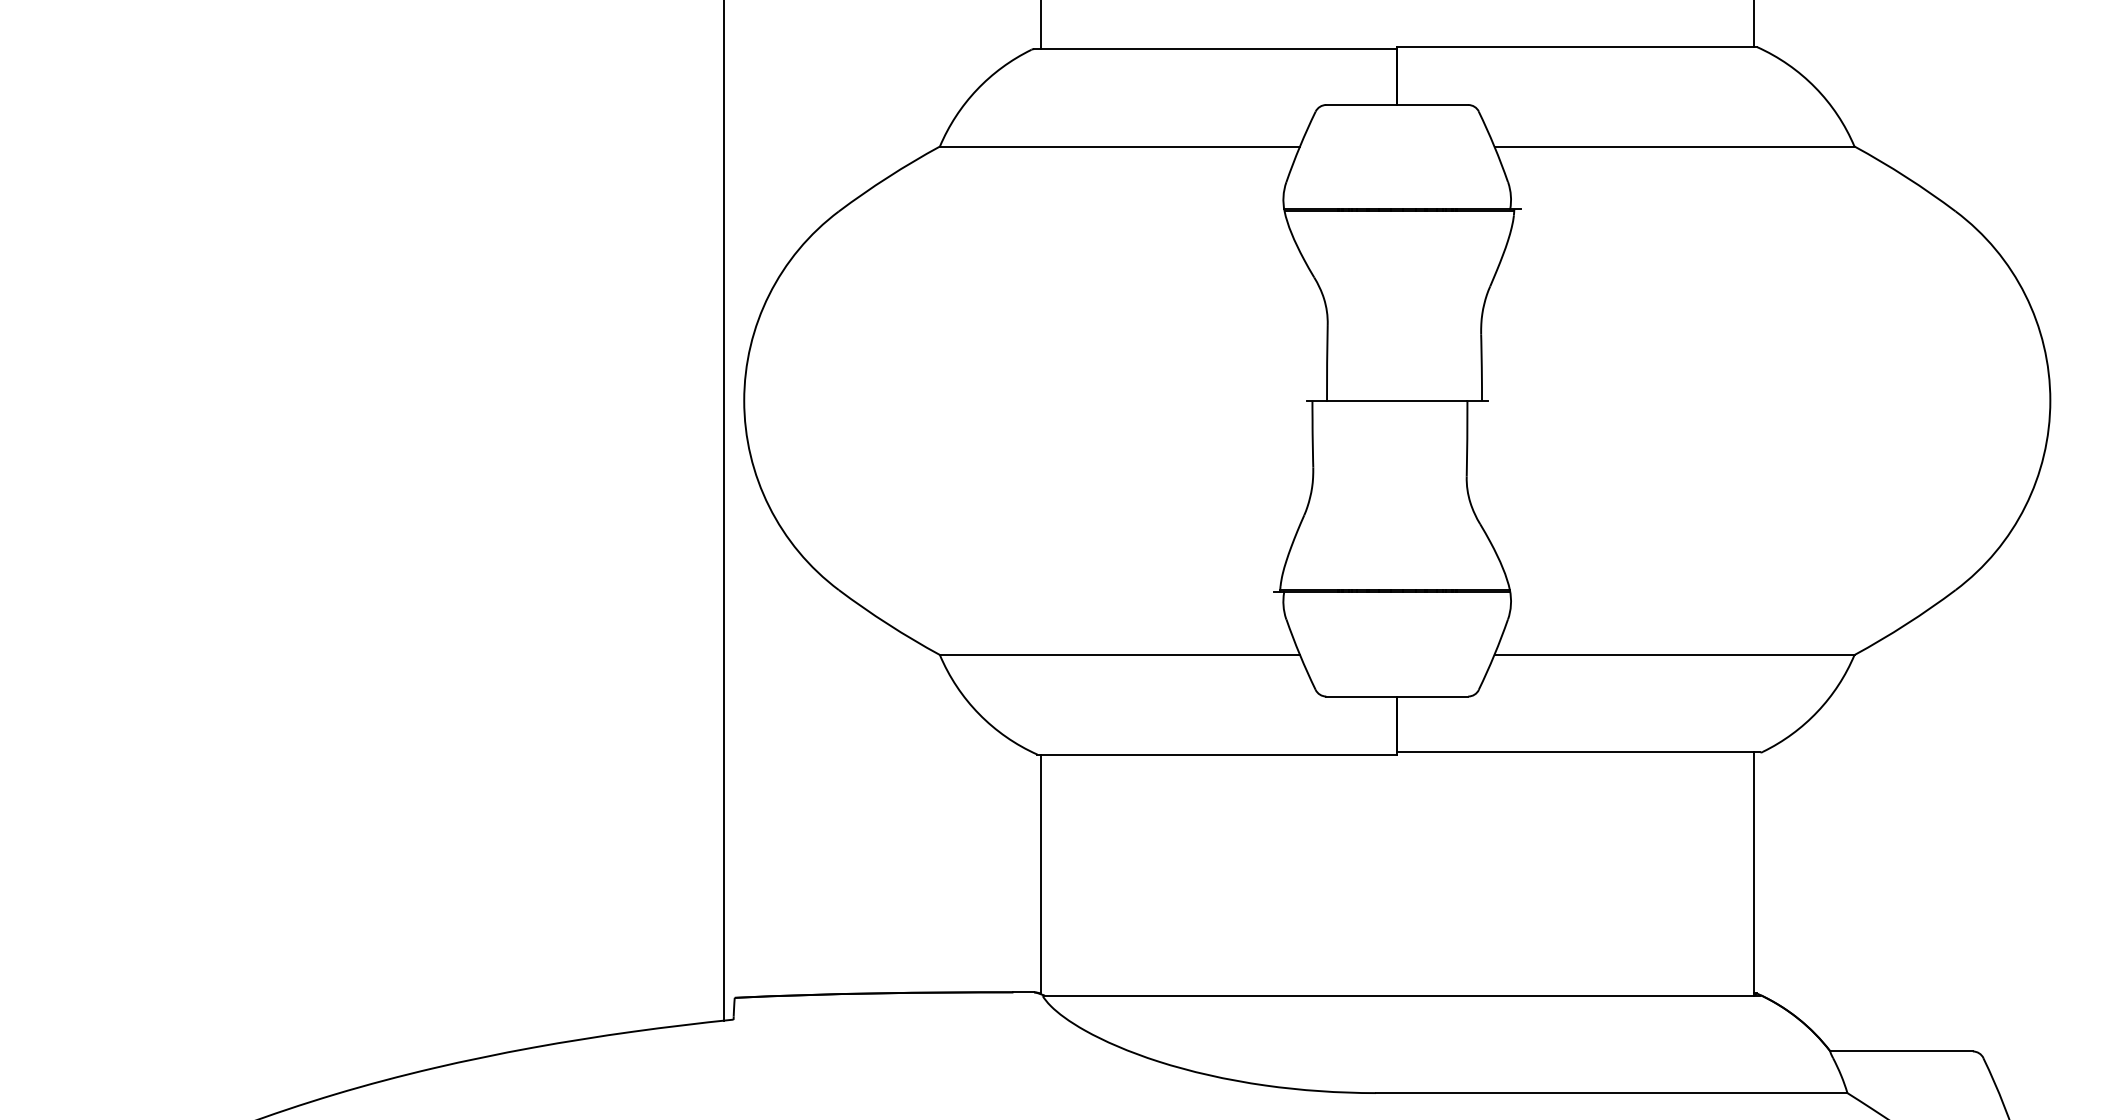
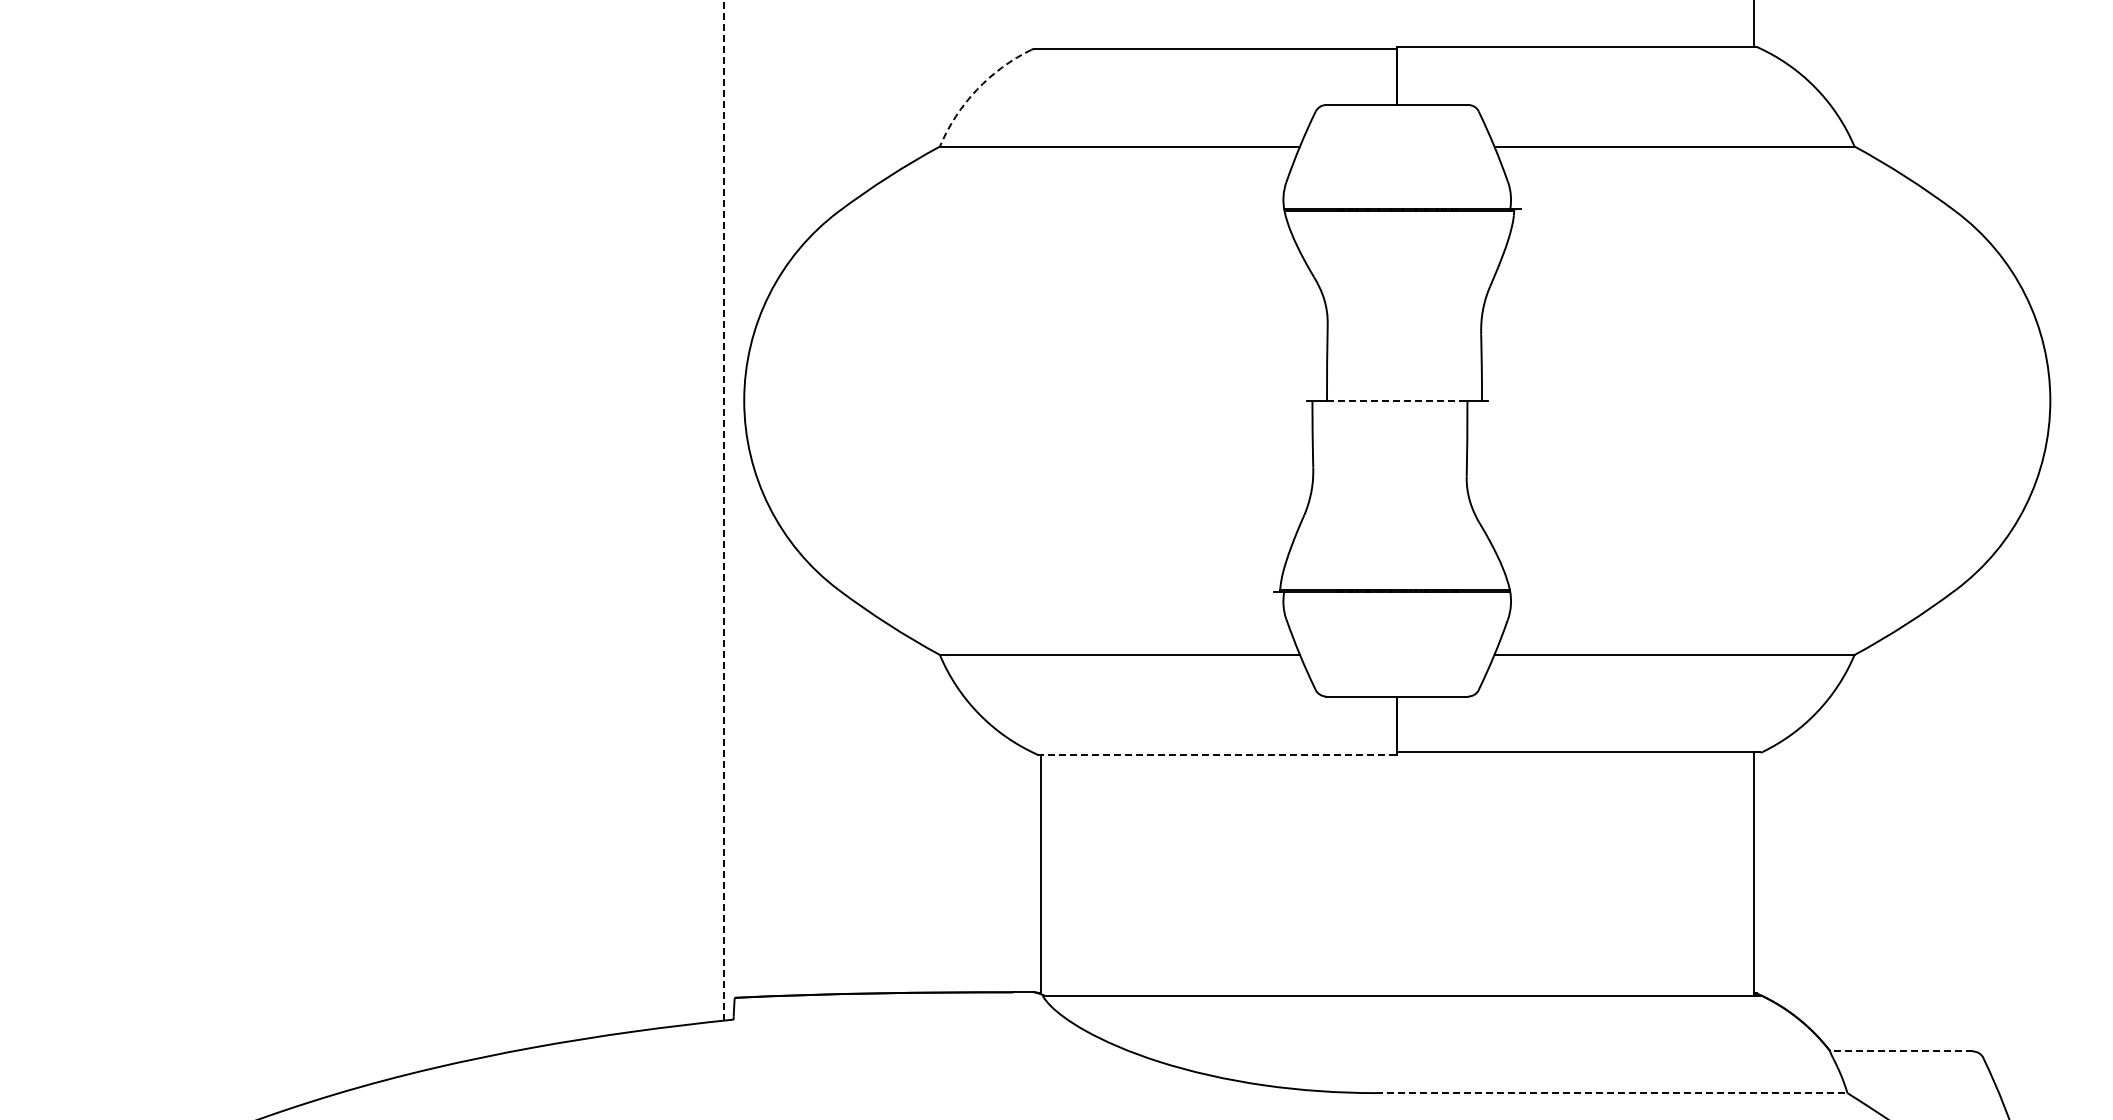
line at (1040, 25): present -> none
arc at (976, 89): solid -> dashed
line at (1397, 400): solid -> dashed
line at (723, 510): solid -> dashed
line at (1217, 754): solid -> dashed
line at (1901, 1051): solid -> dashed
line at (1611, 1093): solid -> dashed
